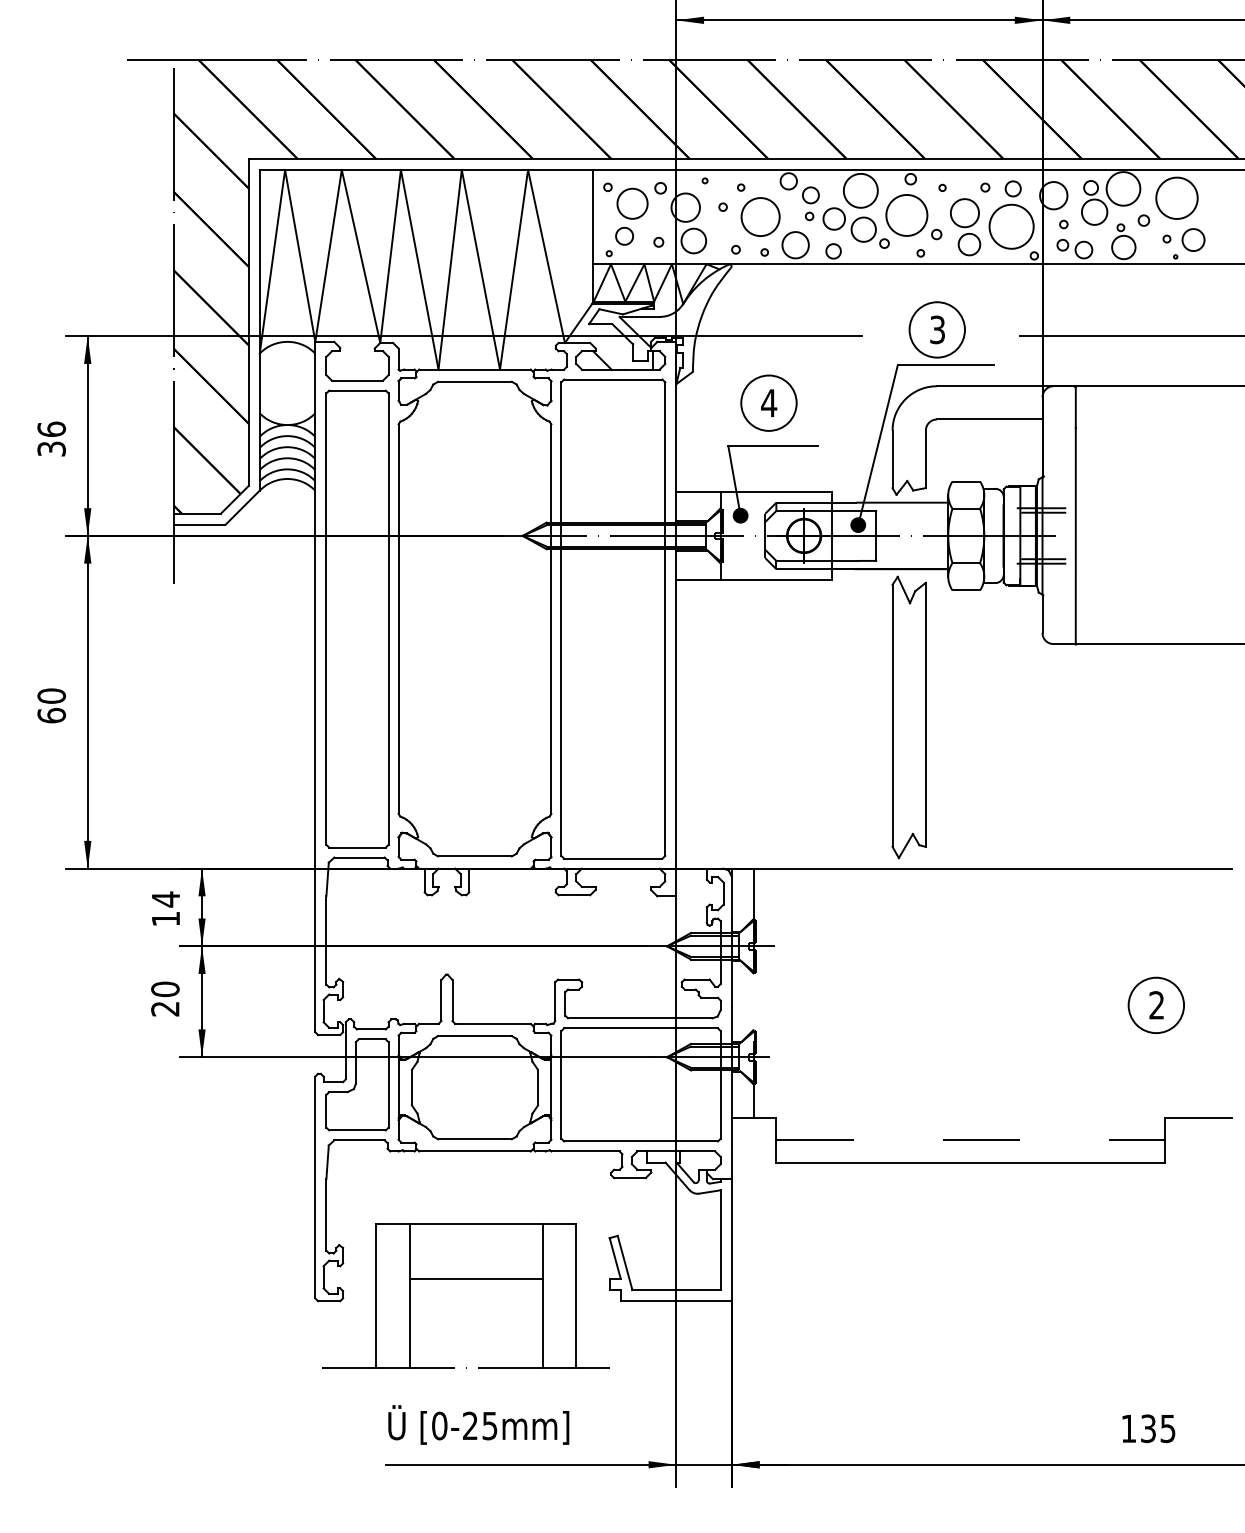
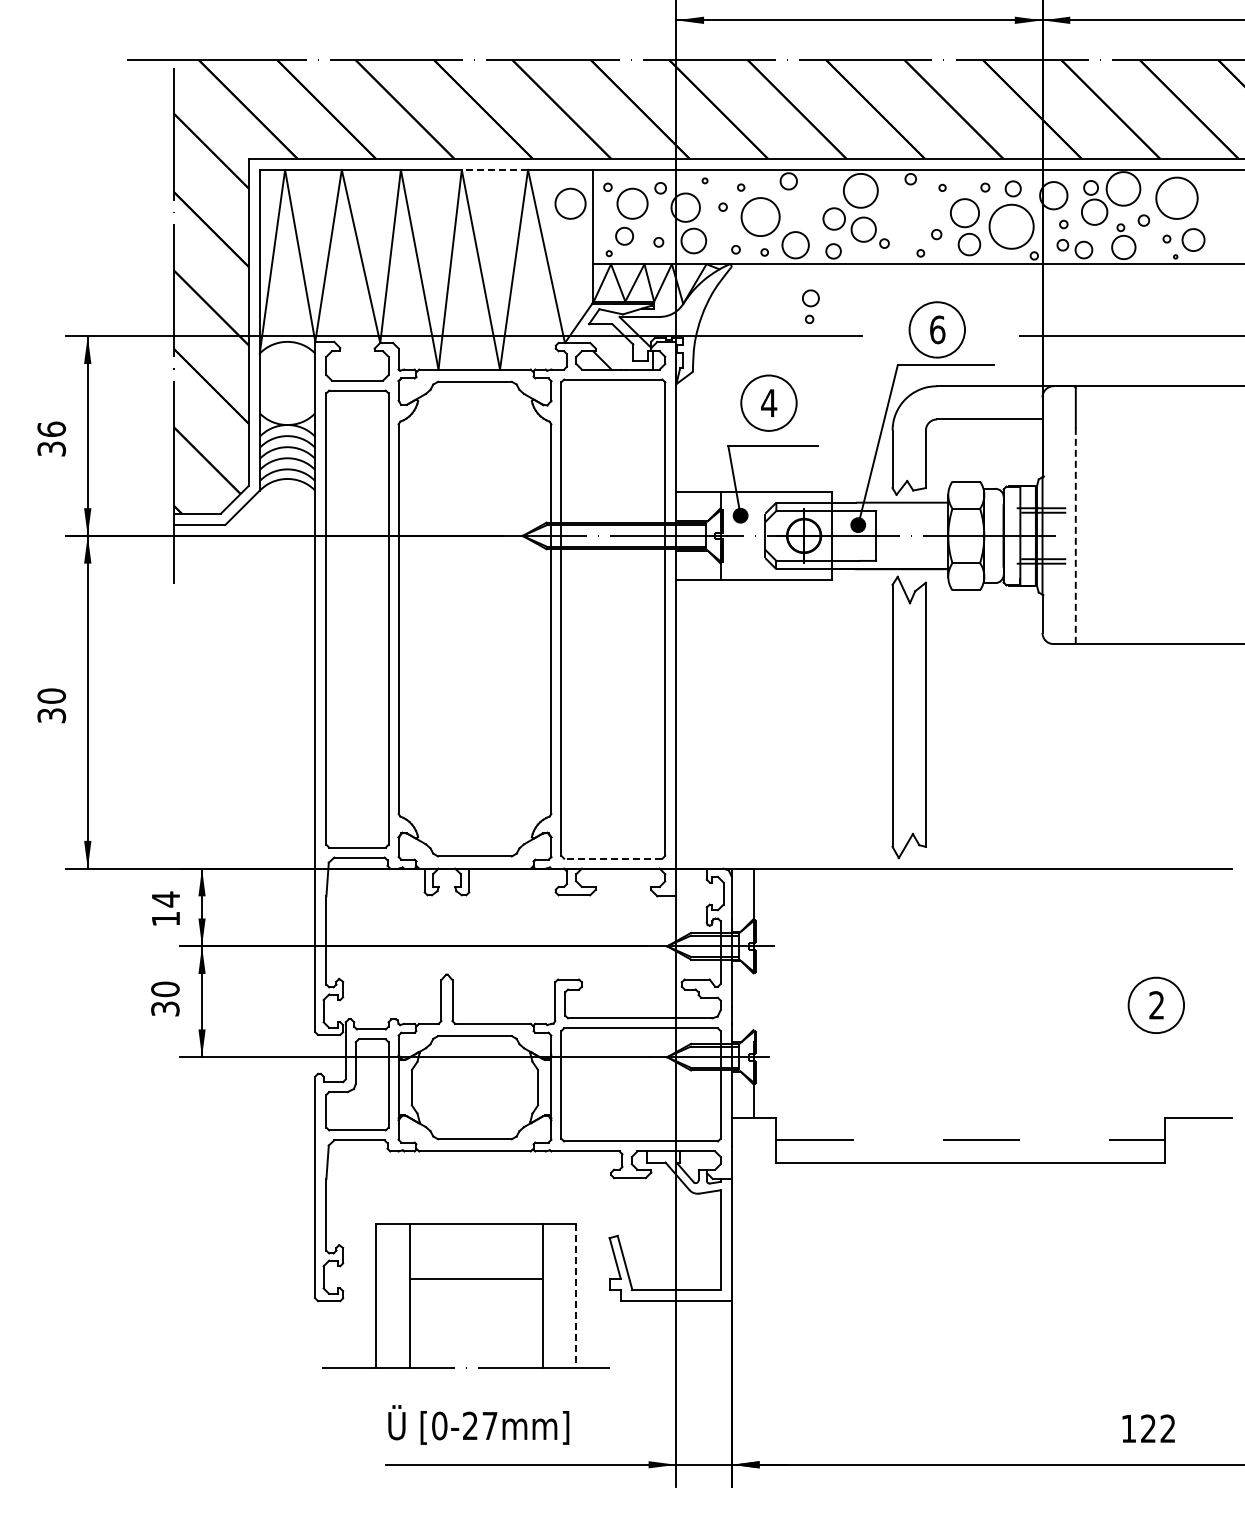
line at (494, 169): solid -> dashed
part at (570, 203): none -> present
part at (810, 203) position: (810, 203) -> (810, 306)
part at (906, 215): present -> none
text at (937, 329): 3 -> 6
line at (1075, 536): solid -> dashed
text at (51, 715): 60 -> 30
line at (612, 858): solid -> dashed
text at (165, 1008): 20 -> 30
line at (576, 1296): solid -> dashed
text at (489, 1426): [0-25mm] -> [0-27mm]
text at (1158, 1428): 135 -> 122
